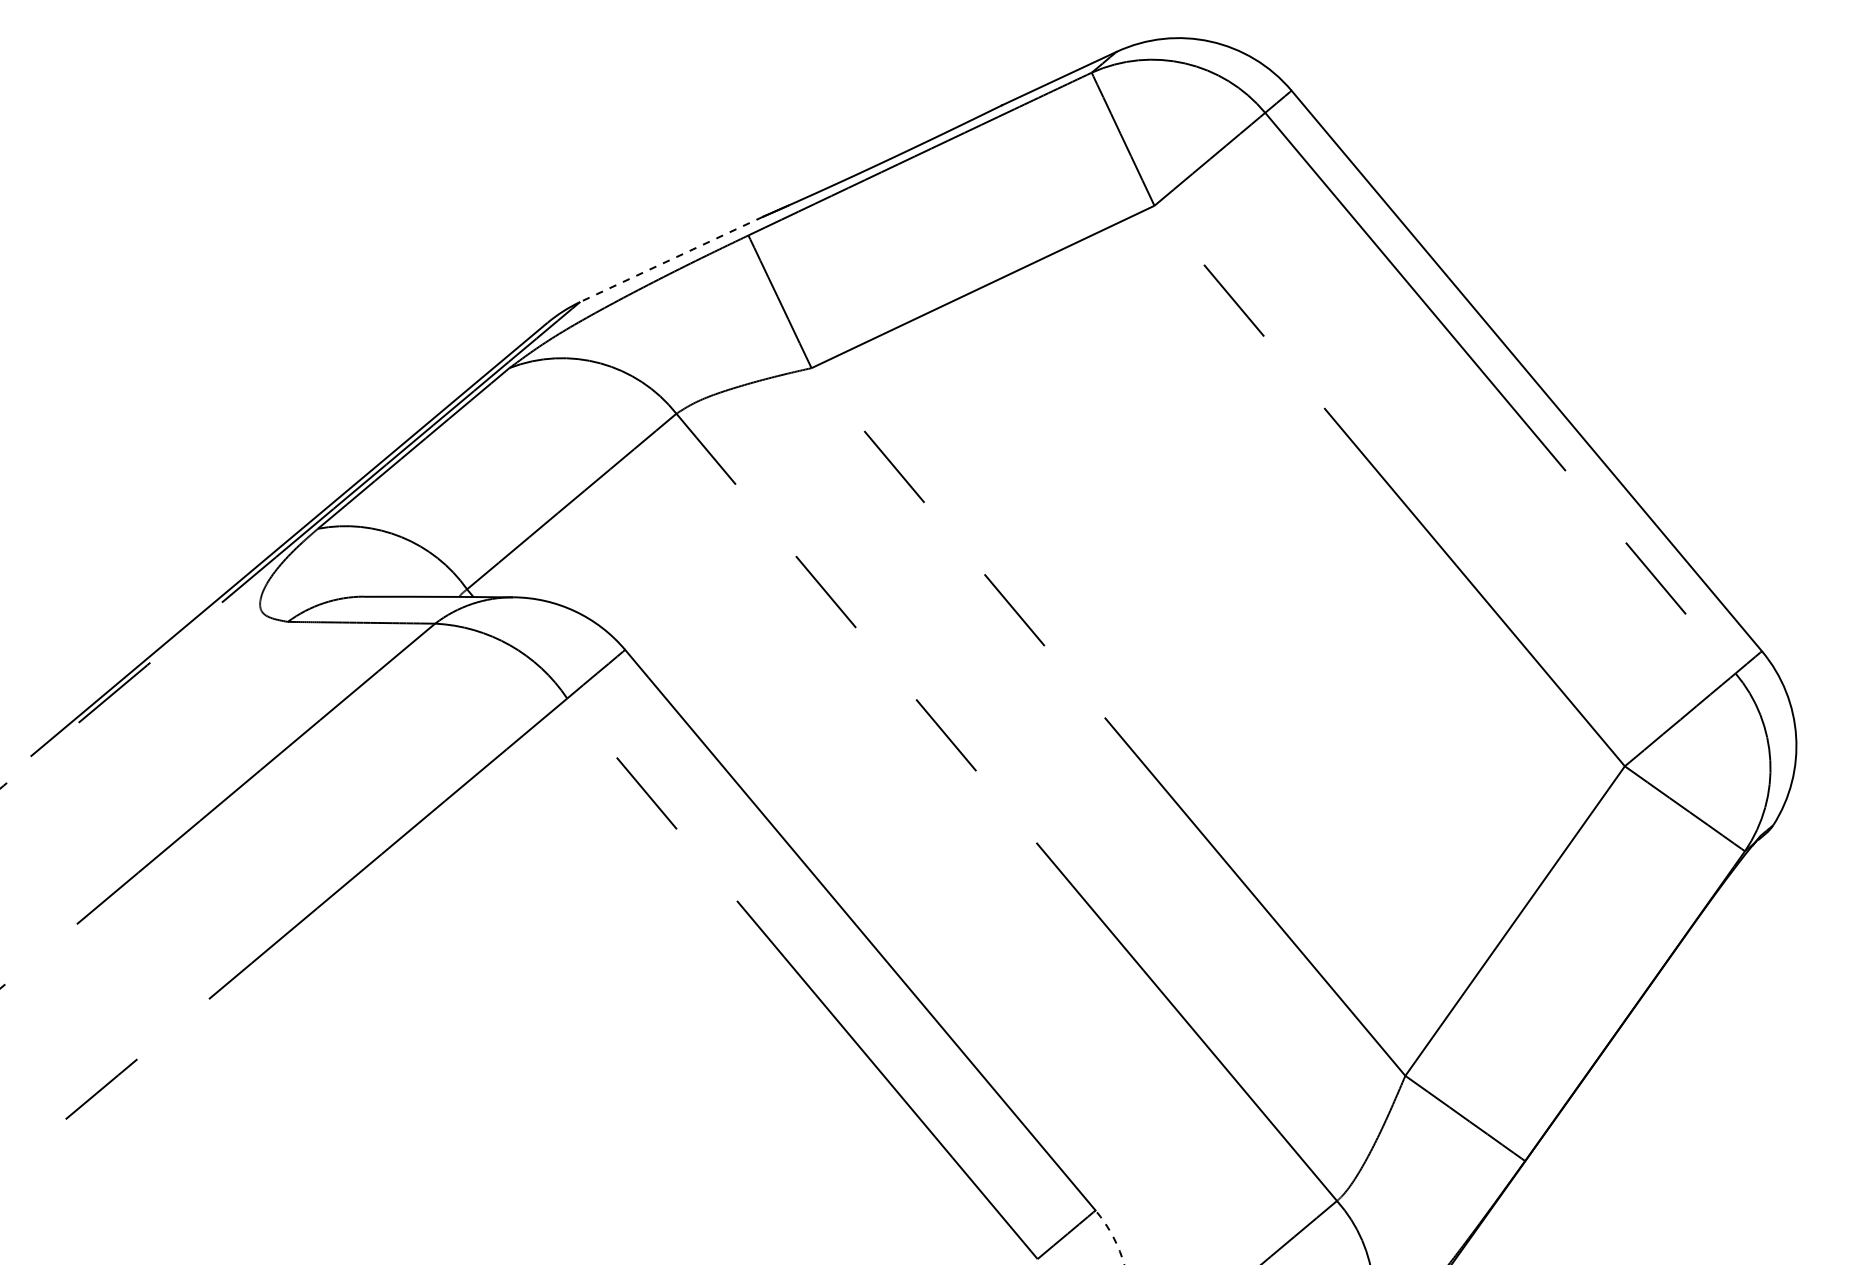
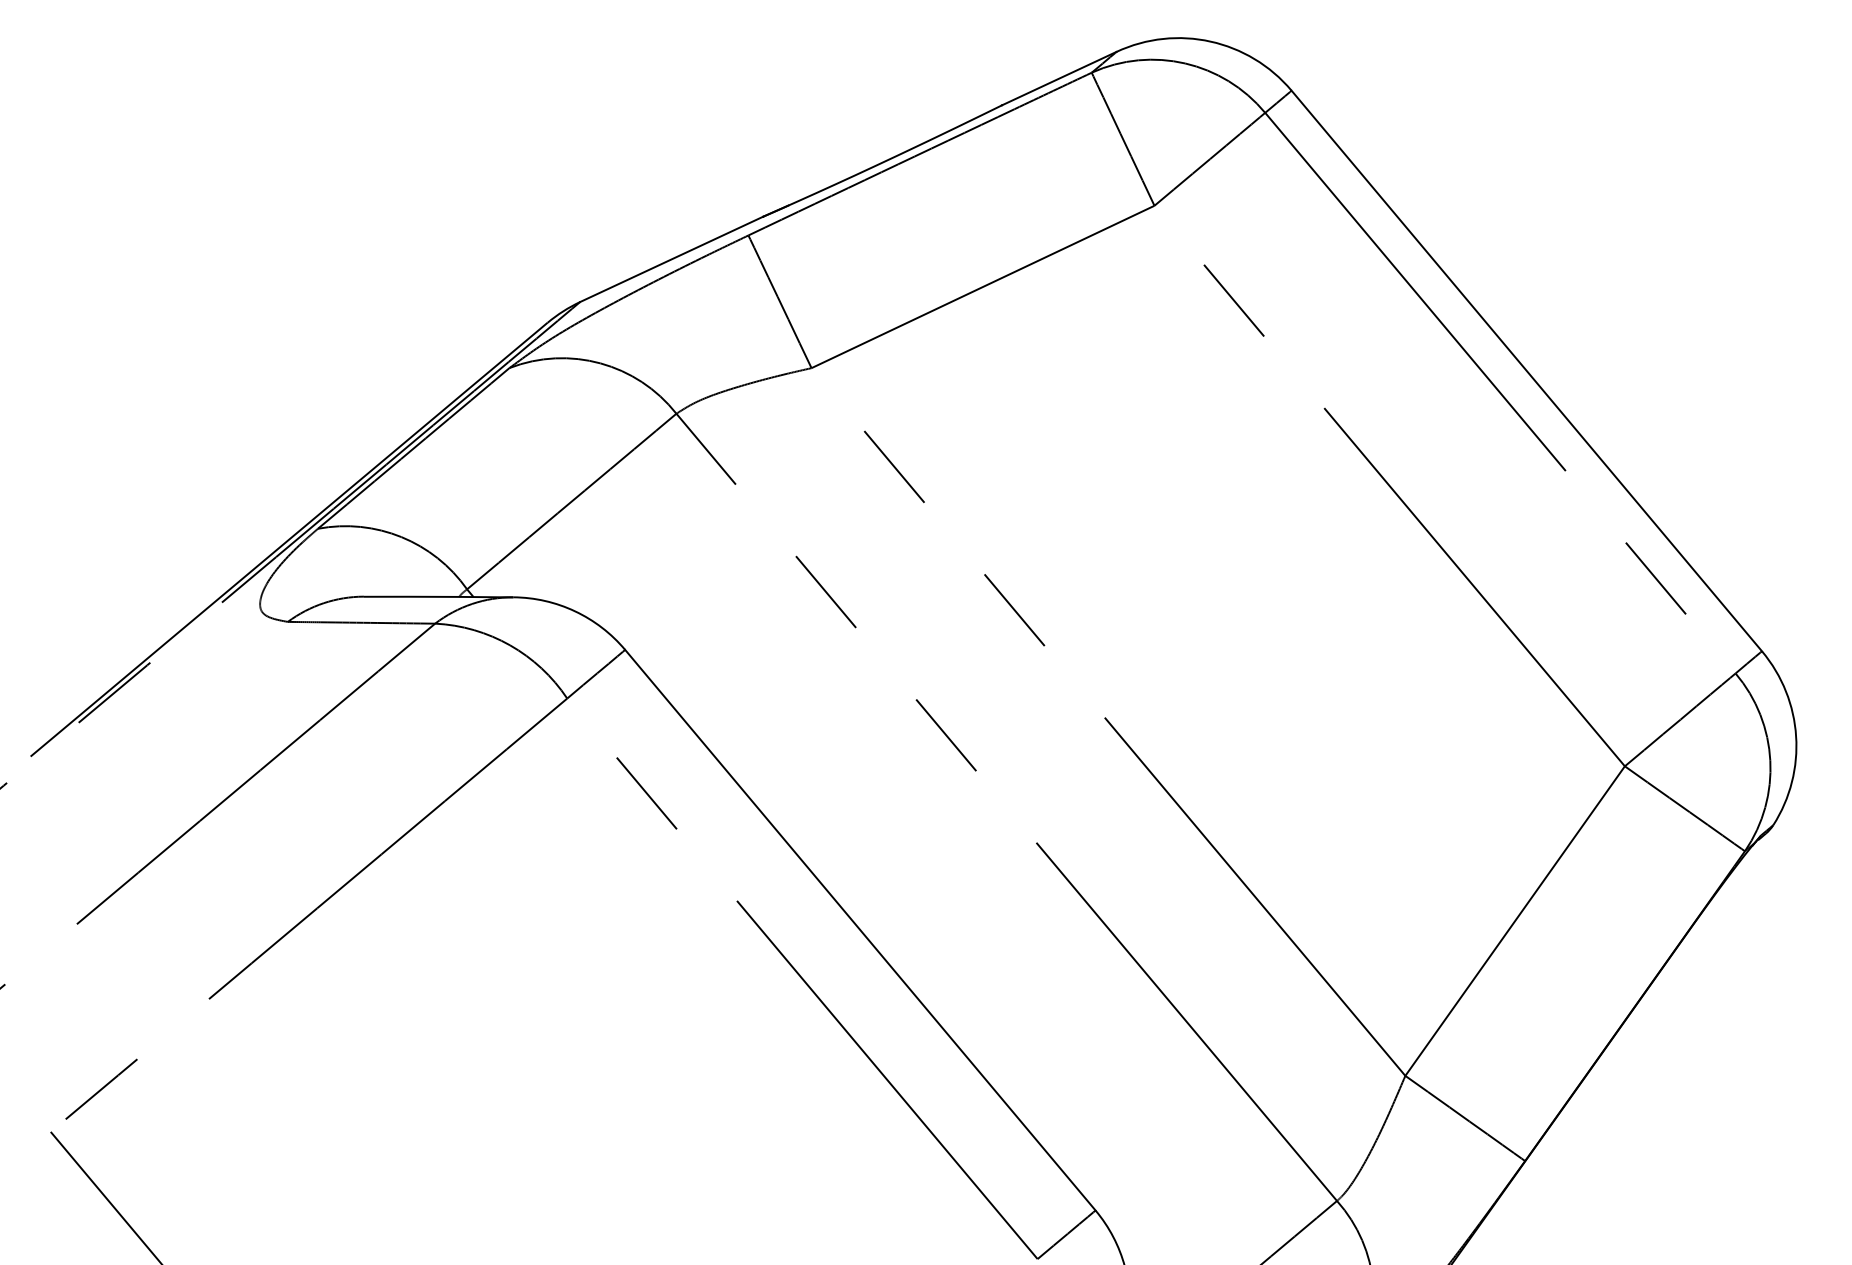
line at (671, 259): dashed -> solid
line at (104, 1196): none -> present
arc at (1112, 1236): dashed -> solid
